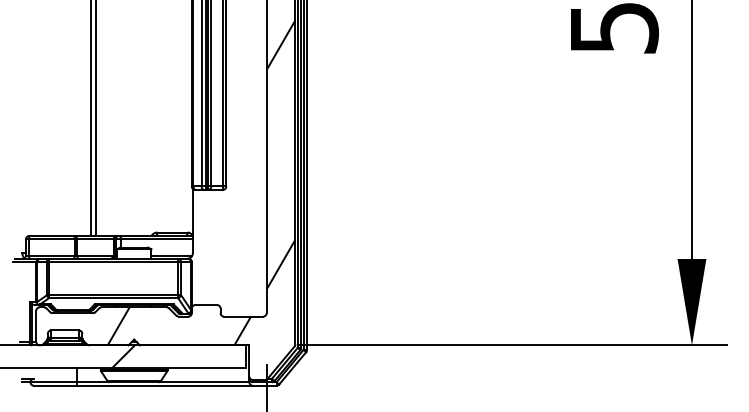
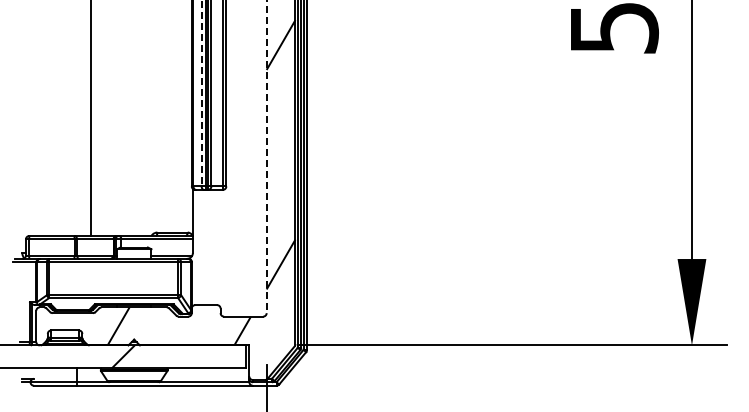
line at (201, 93): solid -> dashed
line at (95, 118): present -> none
line at (266, 157): solid -> dashed
